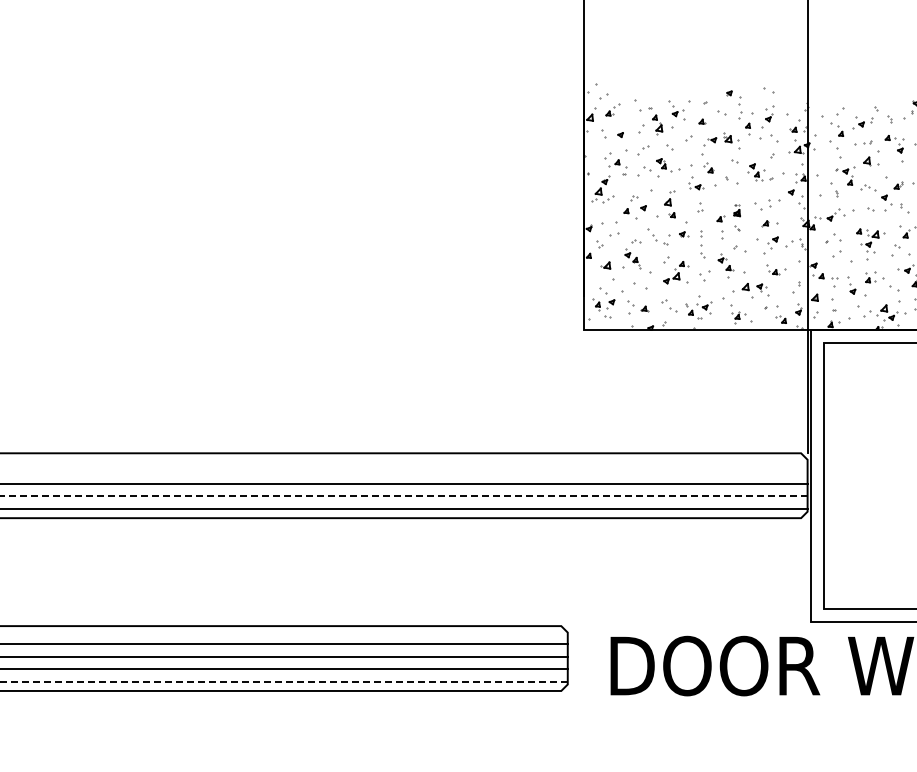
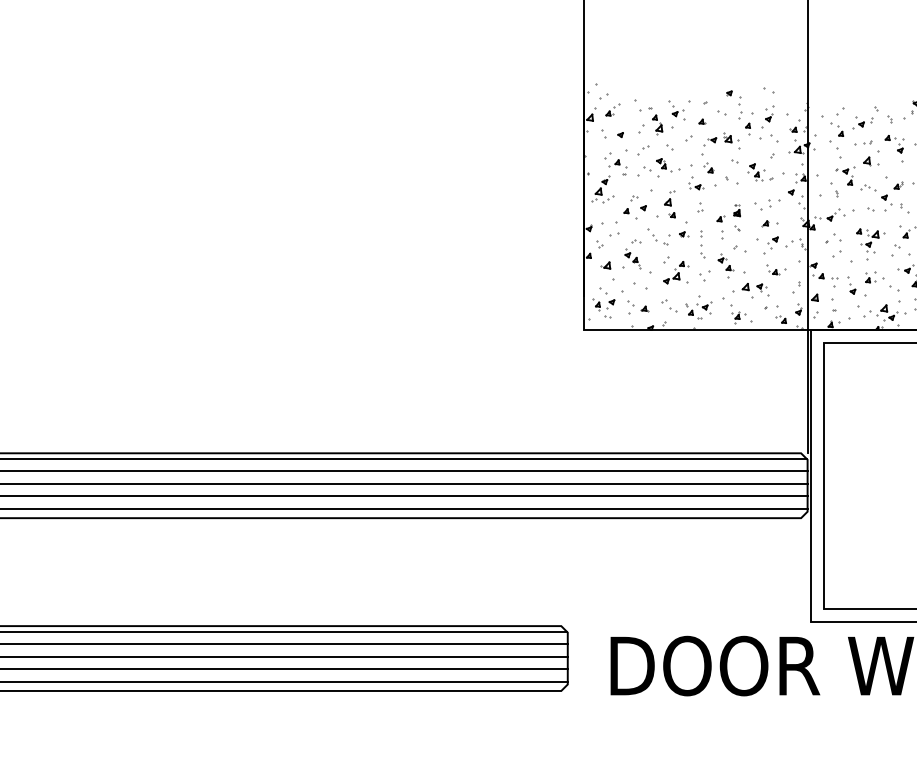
line at (404, 459): none -> present
line at (404, 471): none -> present
line at (403, 496): dashed -> solid
line at (284, 631): none -> present
line at (283, 681): dashed -> solid
